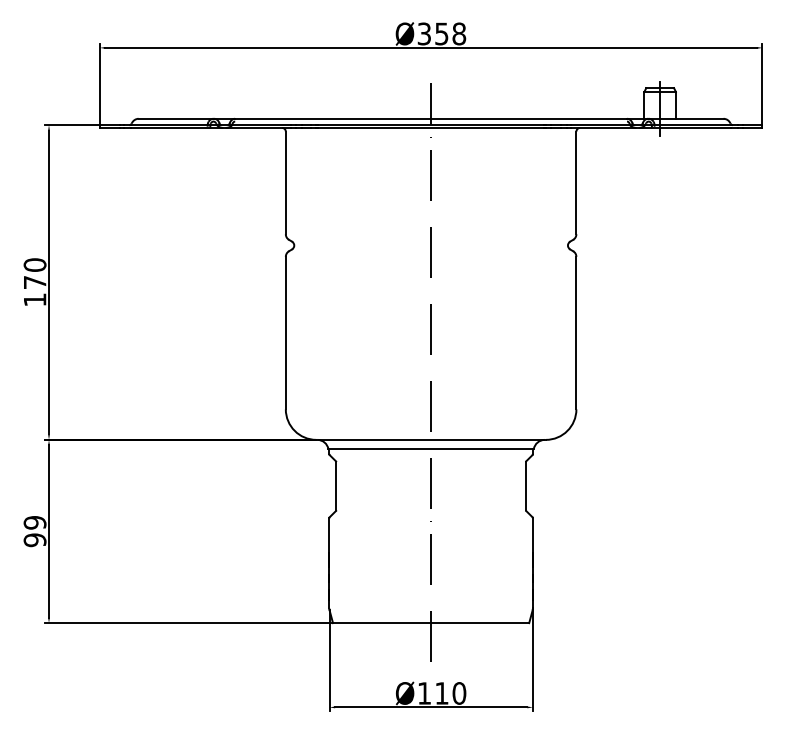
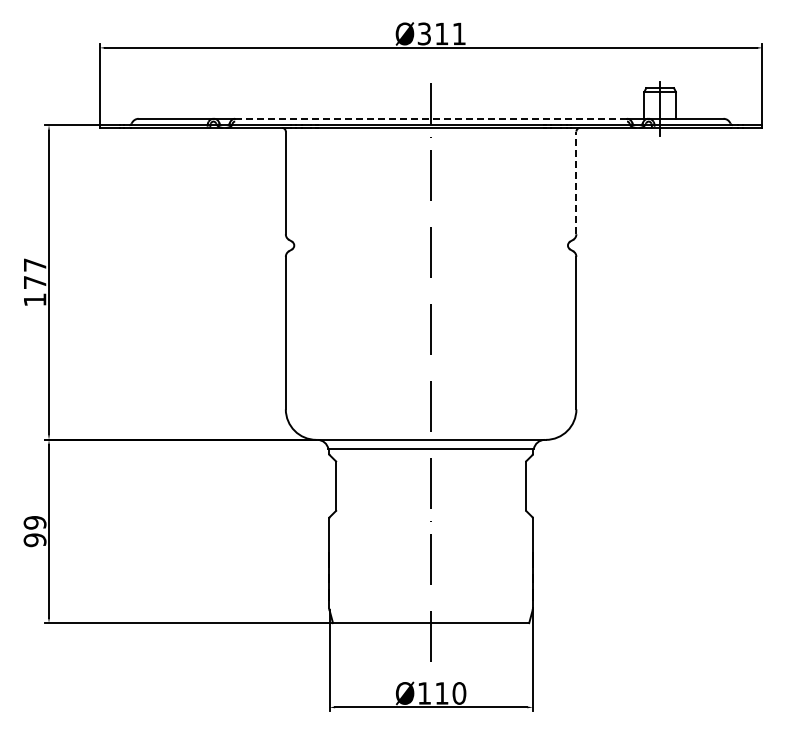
text at (450, 33): Ø358 -> Ø311
line at (430, 118): solid -> dashed
line at (576, 182): solid -> dashed
text at (34, 264): 170 -> 177
